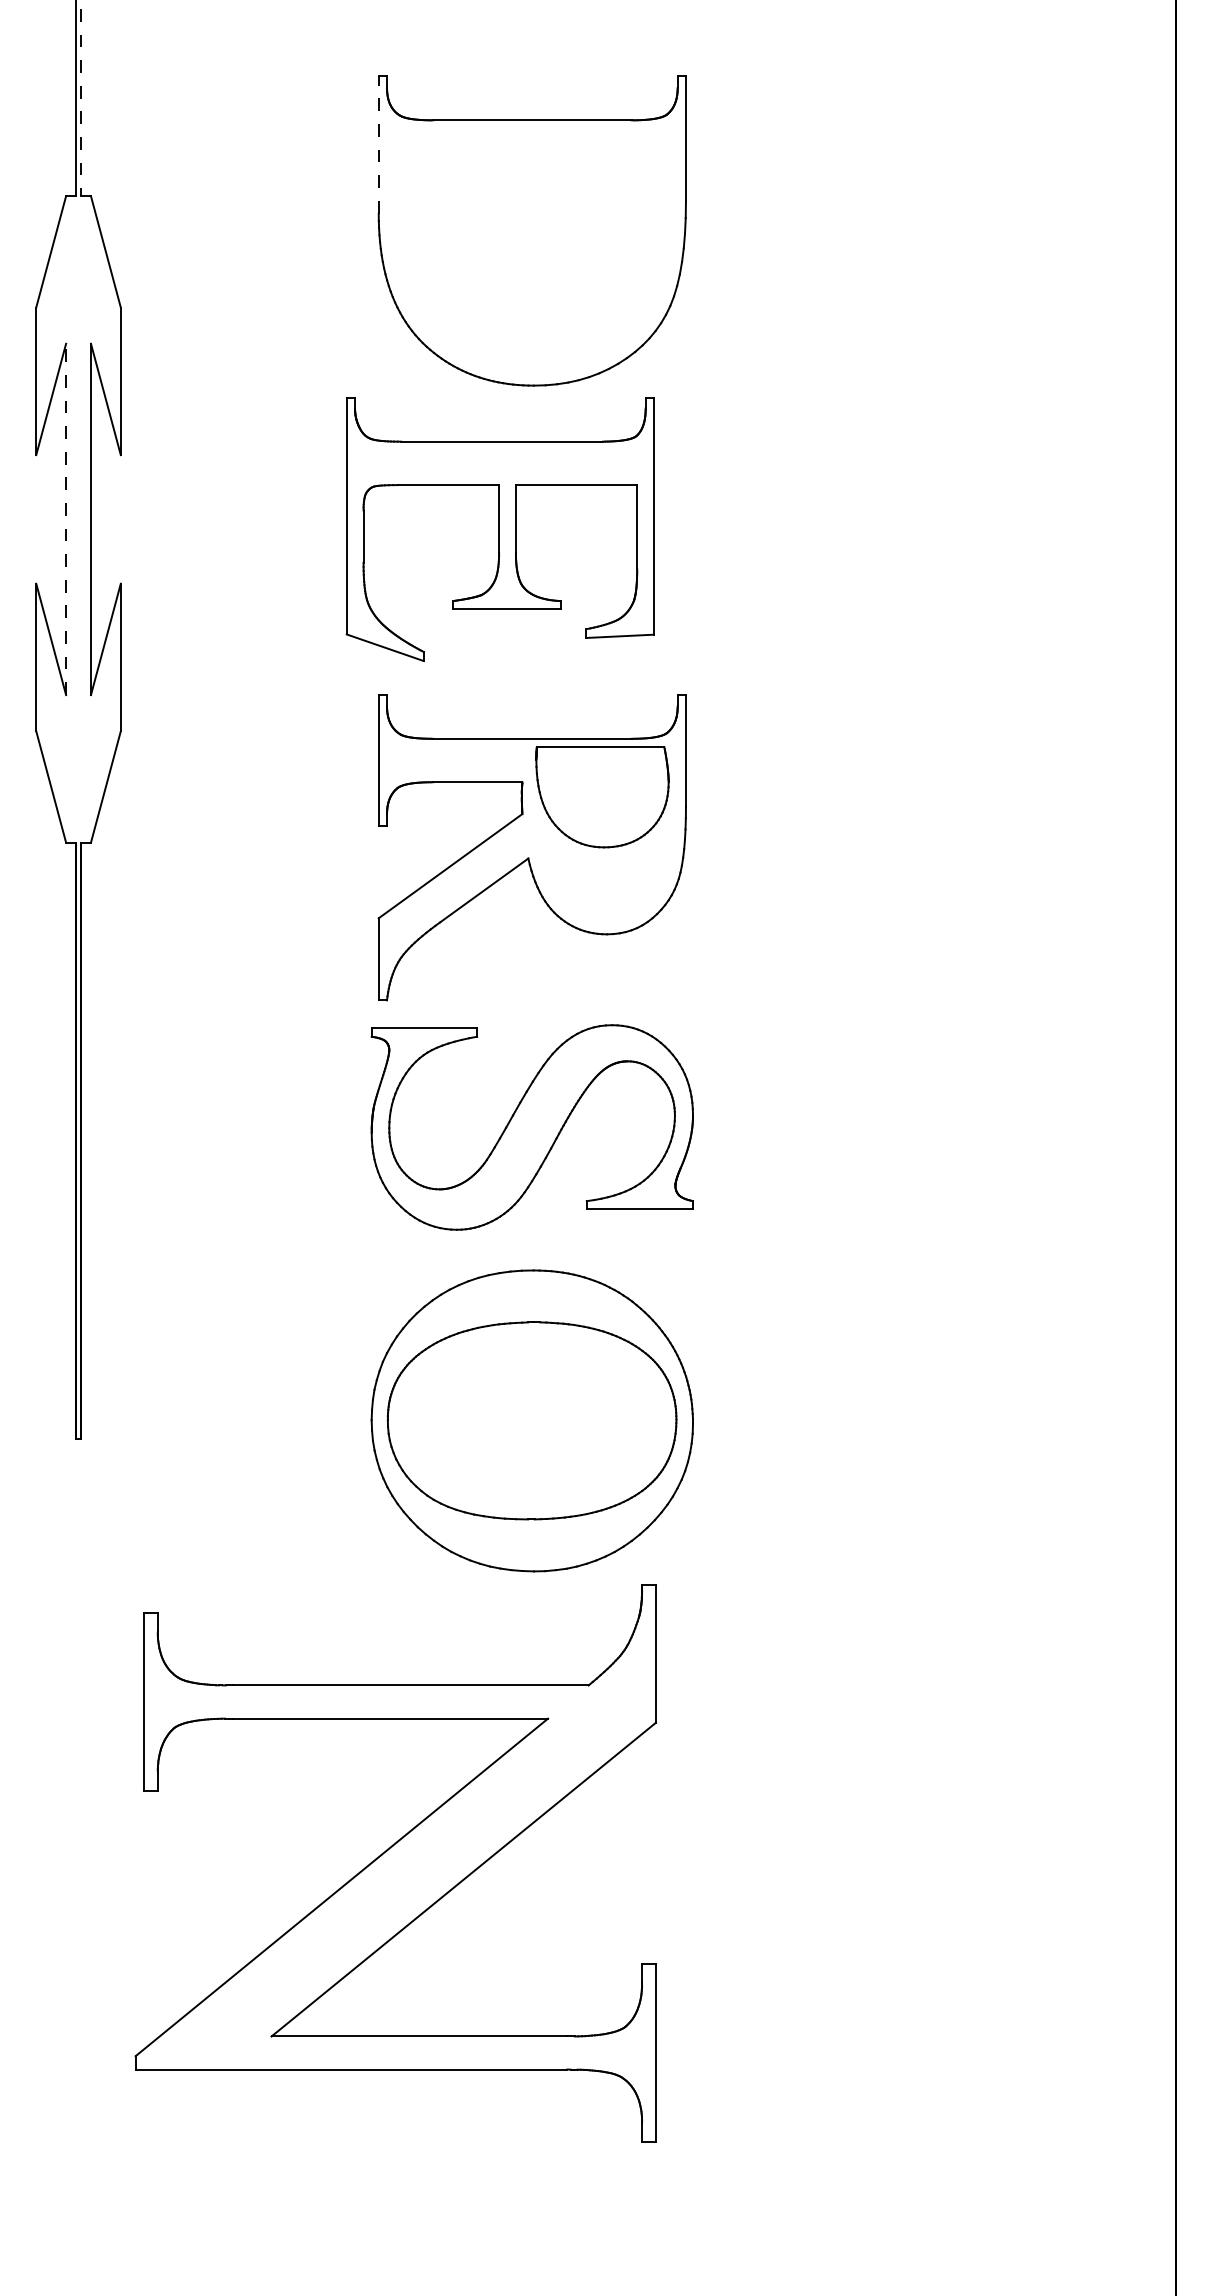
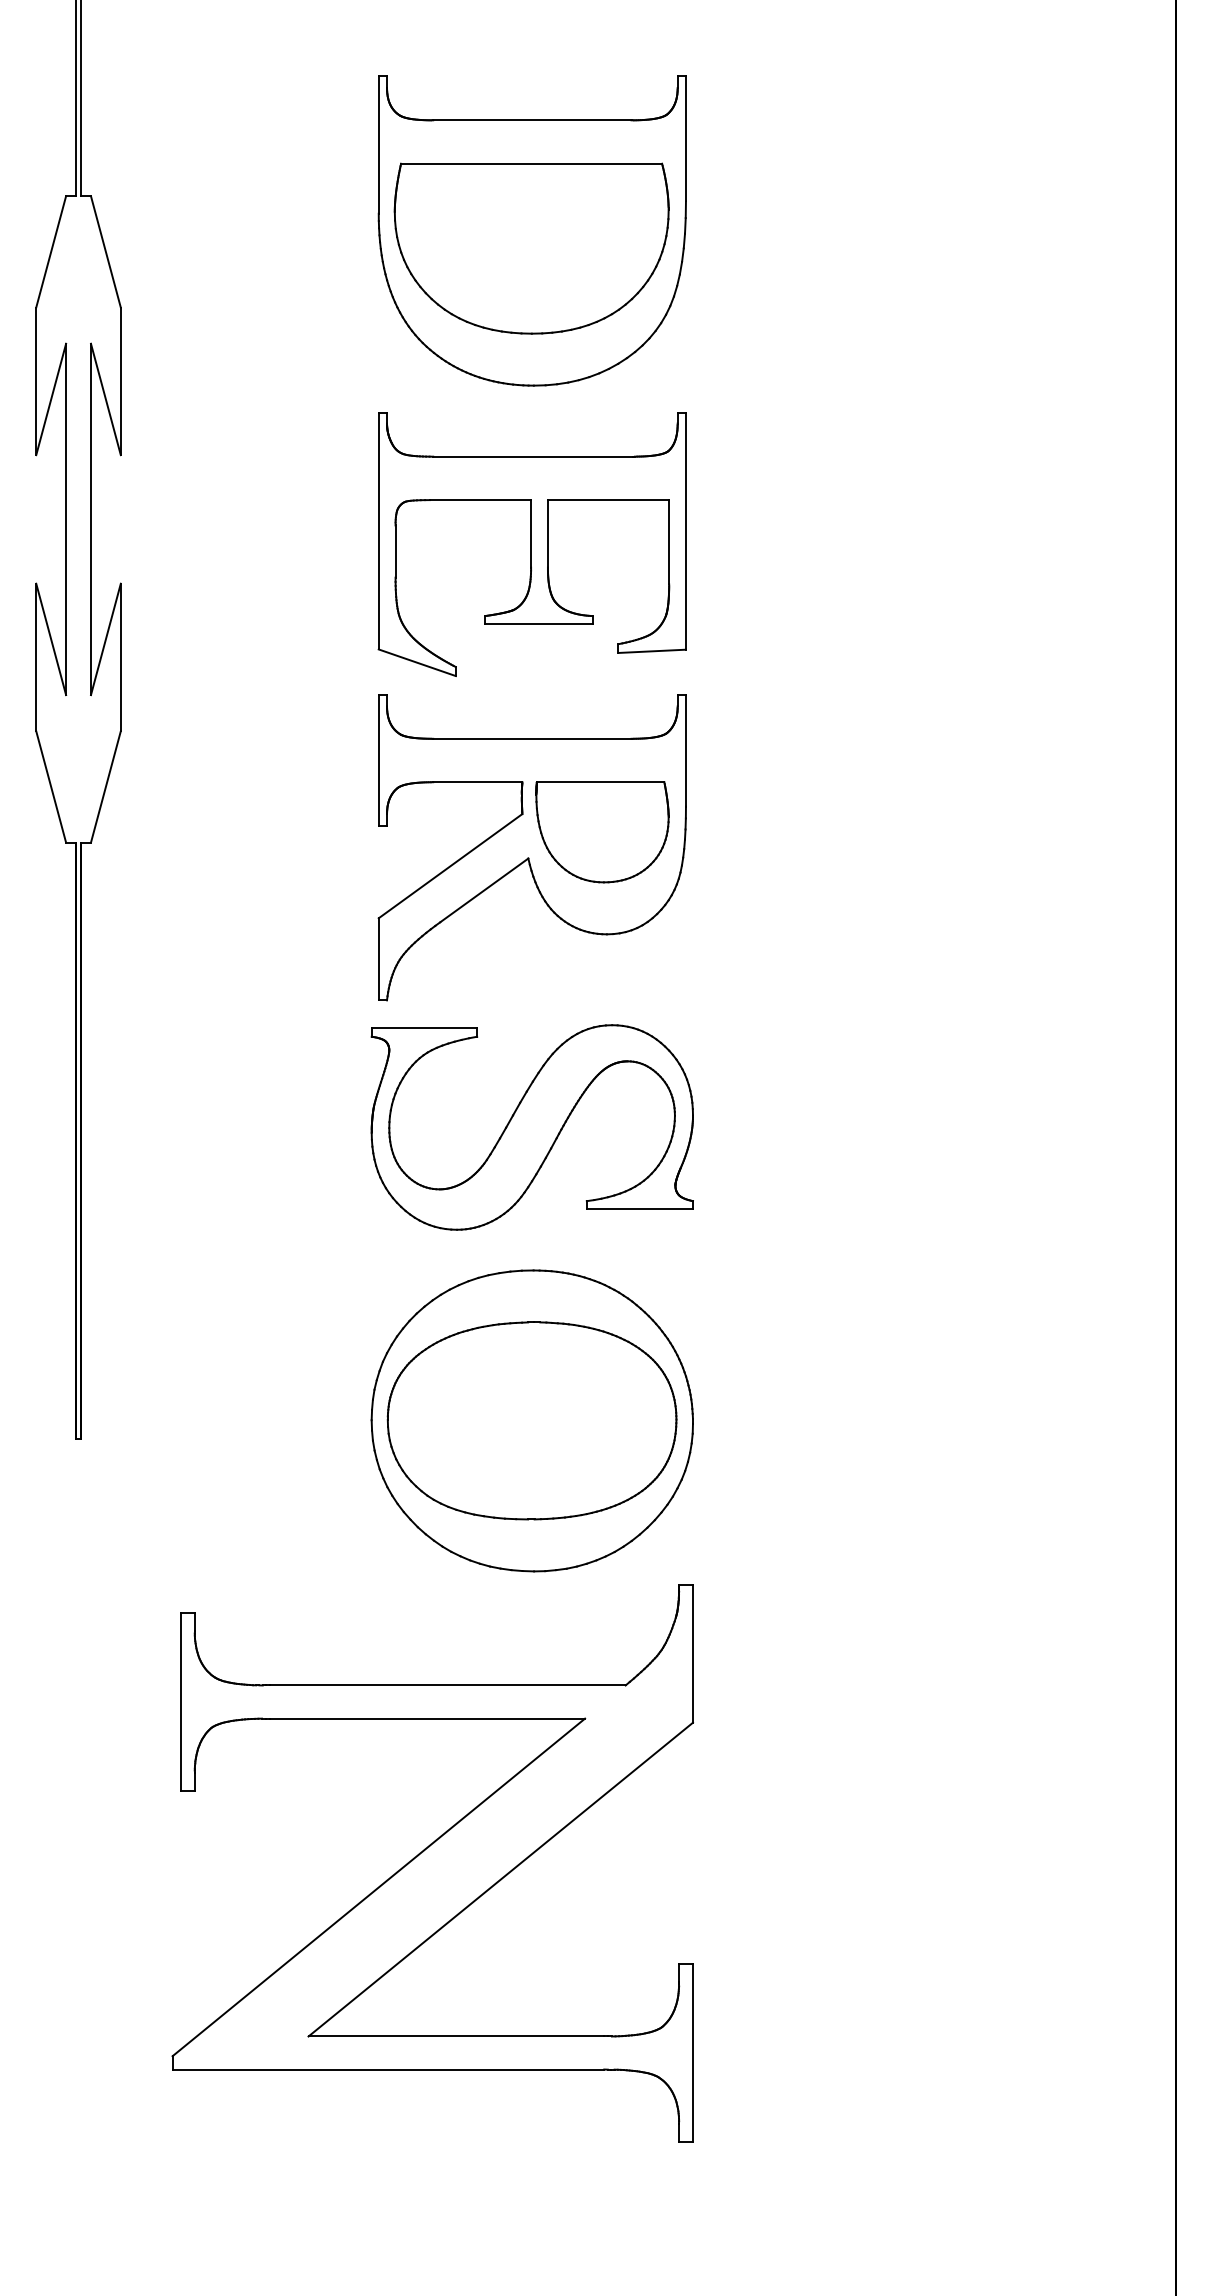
line at (80, 98): dashed -> solid
line at (378, 145): dashed -> solid
part at (531, 248): none -> present
line at (66, 519): dashed -> solid
part at (499, 529) position: (499, 529) -> (531, 544)
part at (602, 797) position: (602, 797) -> (602, 832)
part at (395, 1863) position: (395, 1863) -> (432, 1863)
